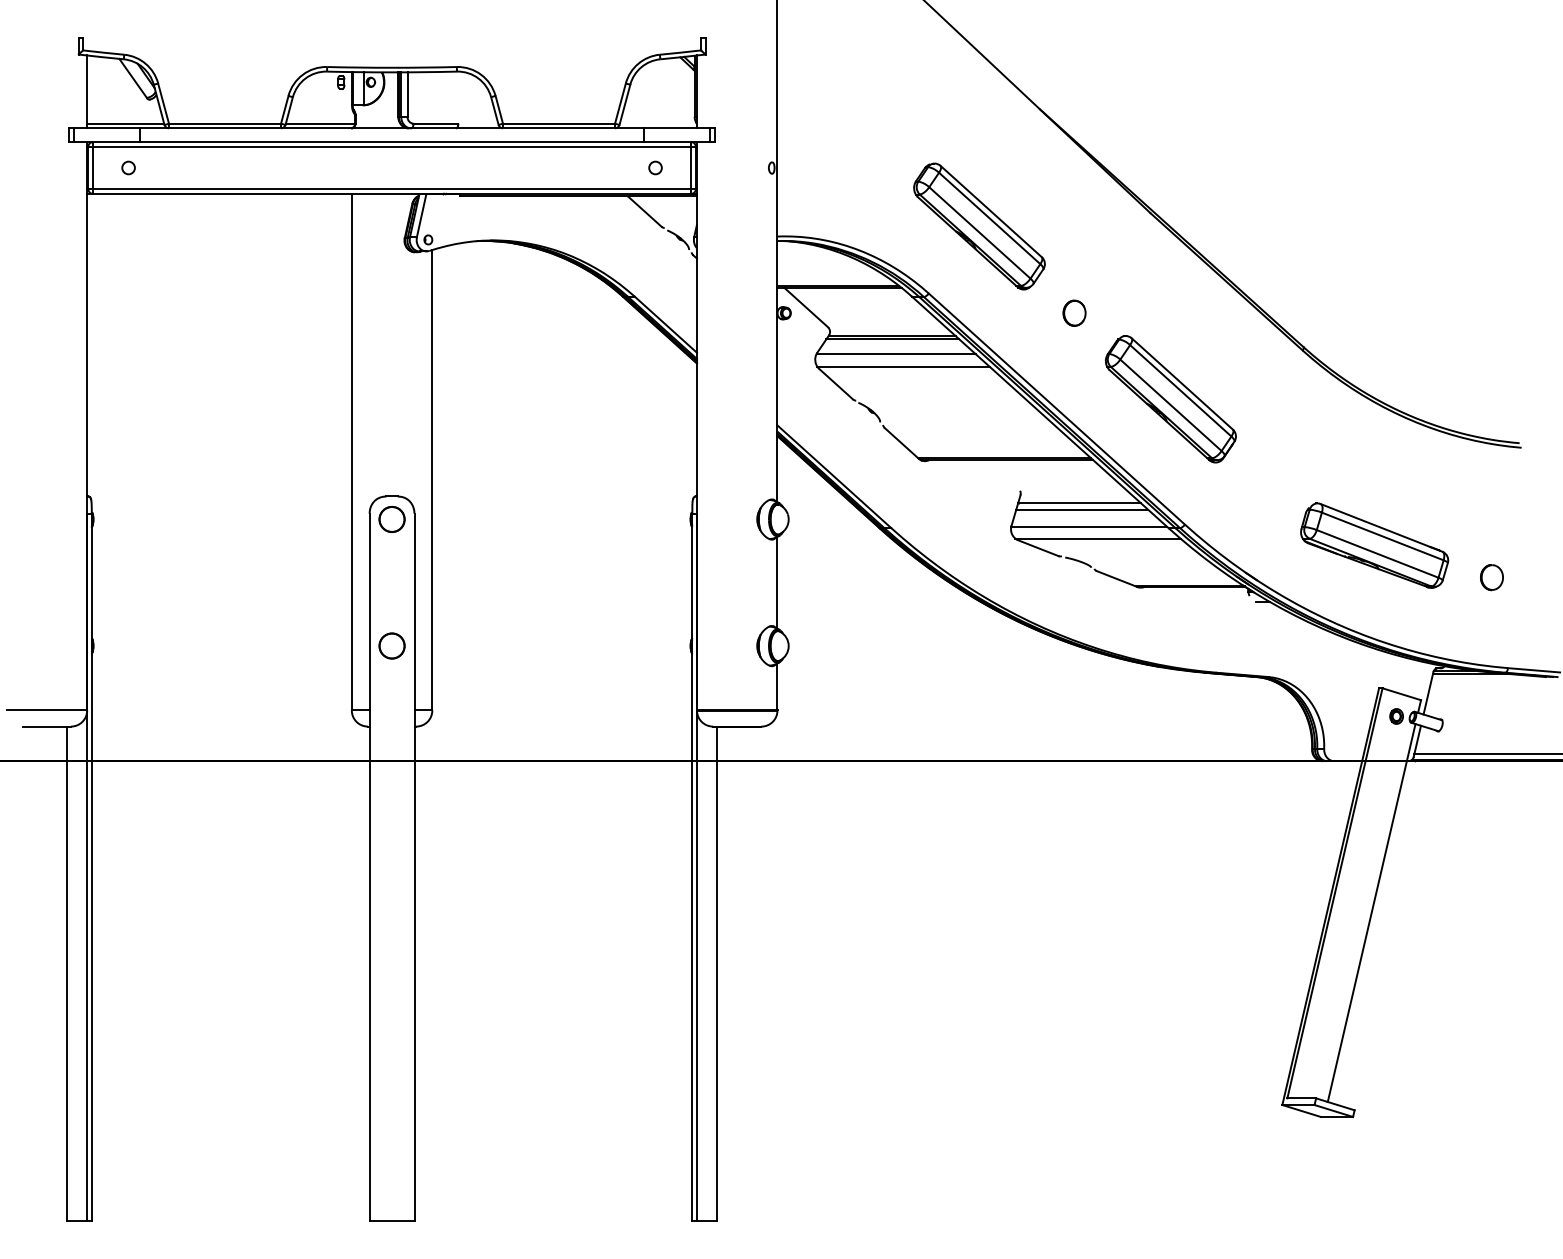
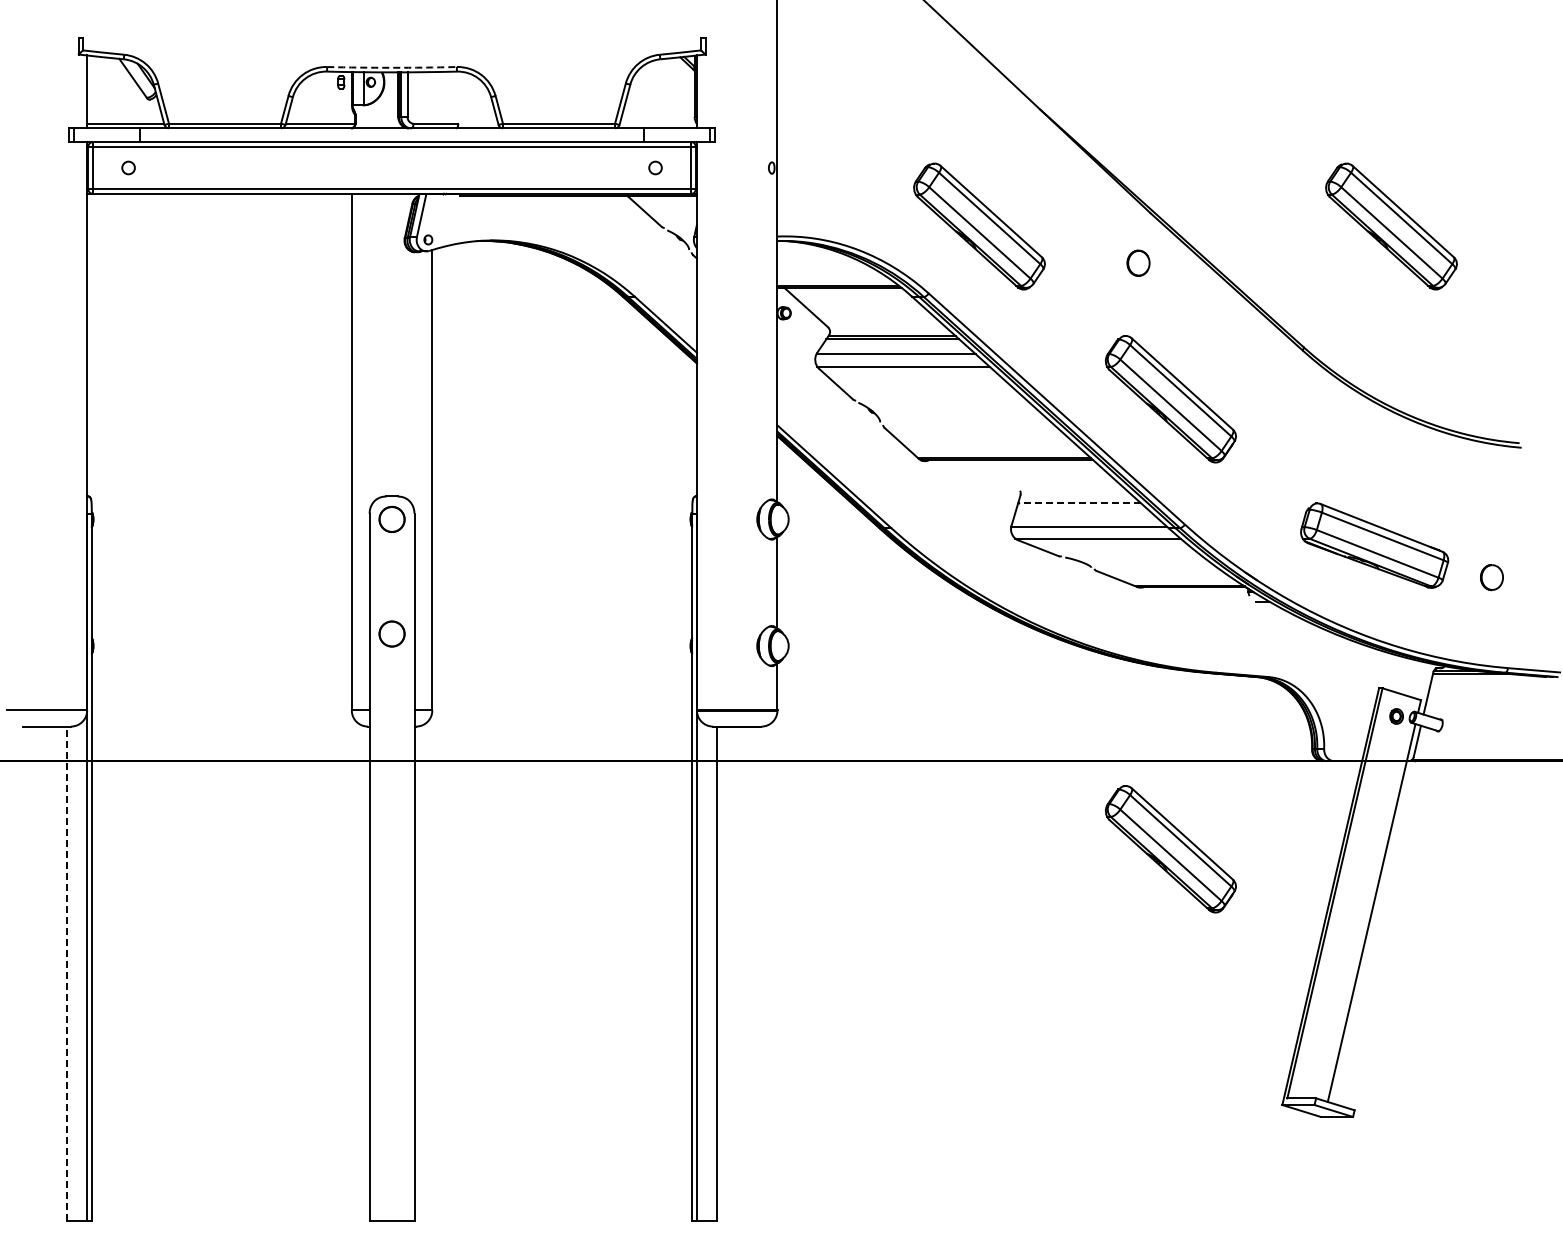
arc at (392, 67): solid -> dashed
part at (1391, 226): none -> present
part at (1074, 312) position: (1074, 312) -> (1138, 262)
line at (1079, 503): solid -> dashed
line at (1082, 509): present -> none
circle at (391, 645) position: (391, 645) -> (391, 633)
line at (1486, 754): present -> none
part at (1170, 849): none -> present
line at (67, 973): solid -> dashed
